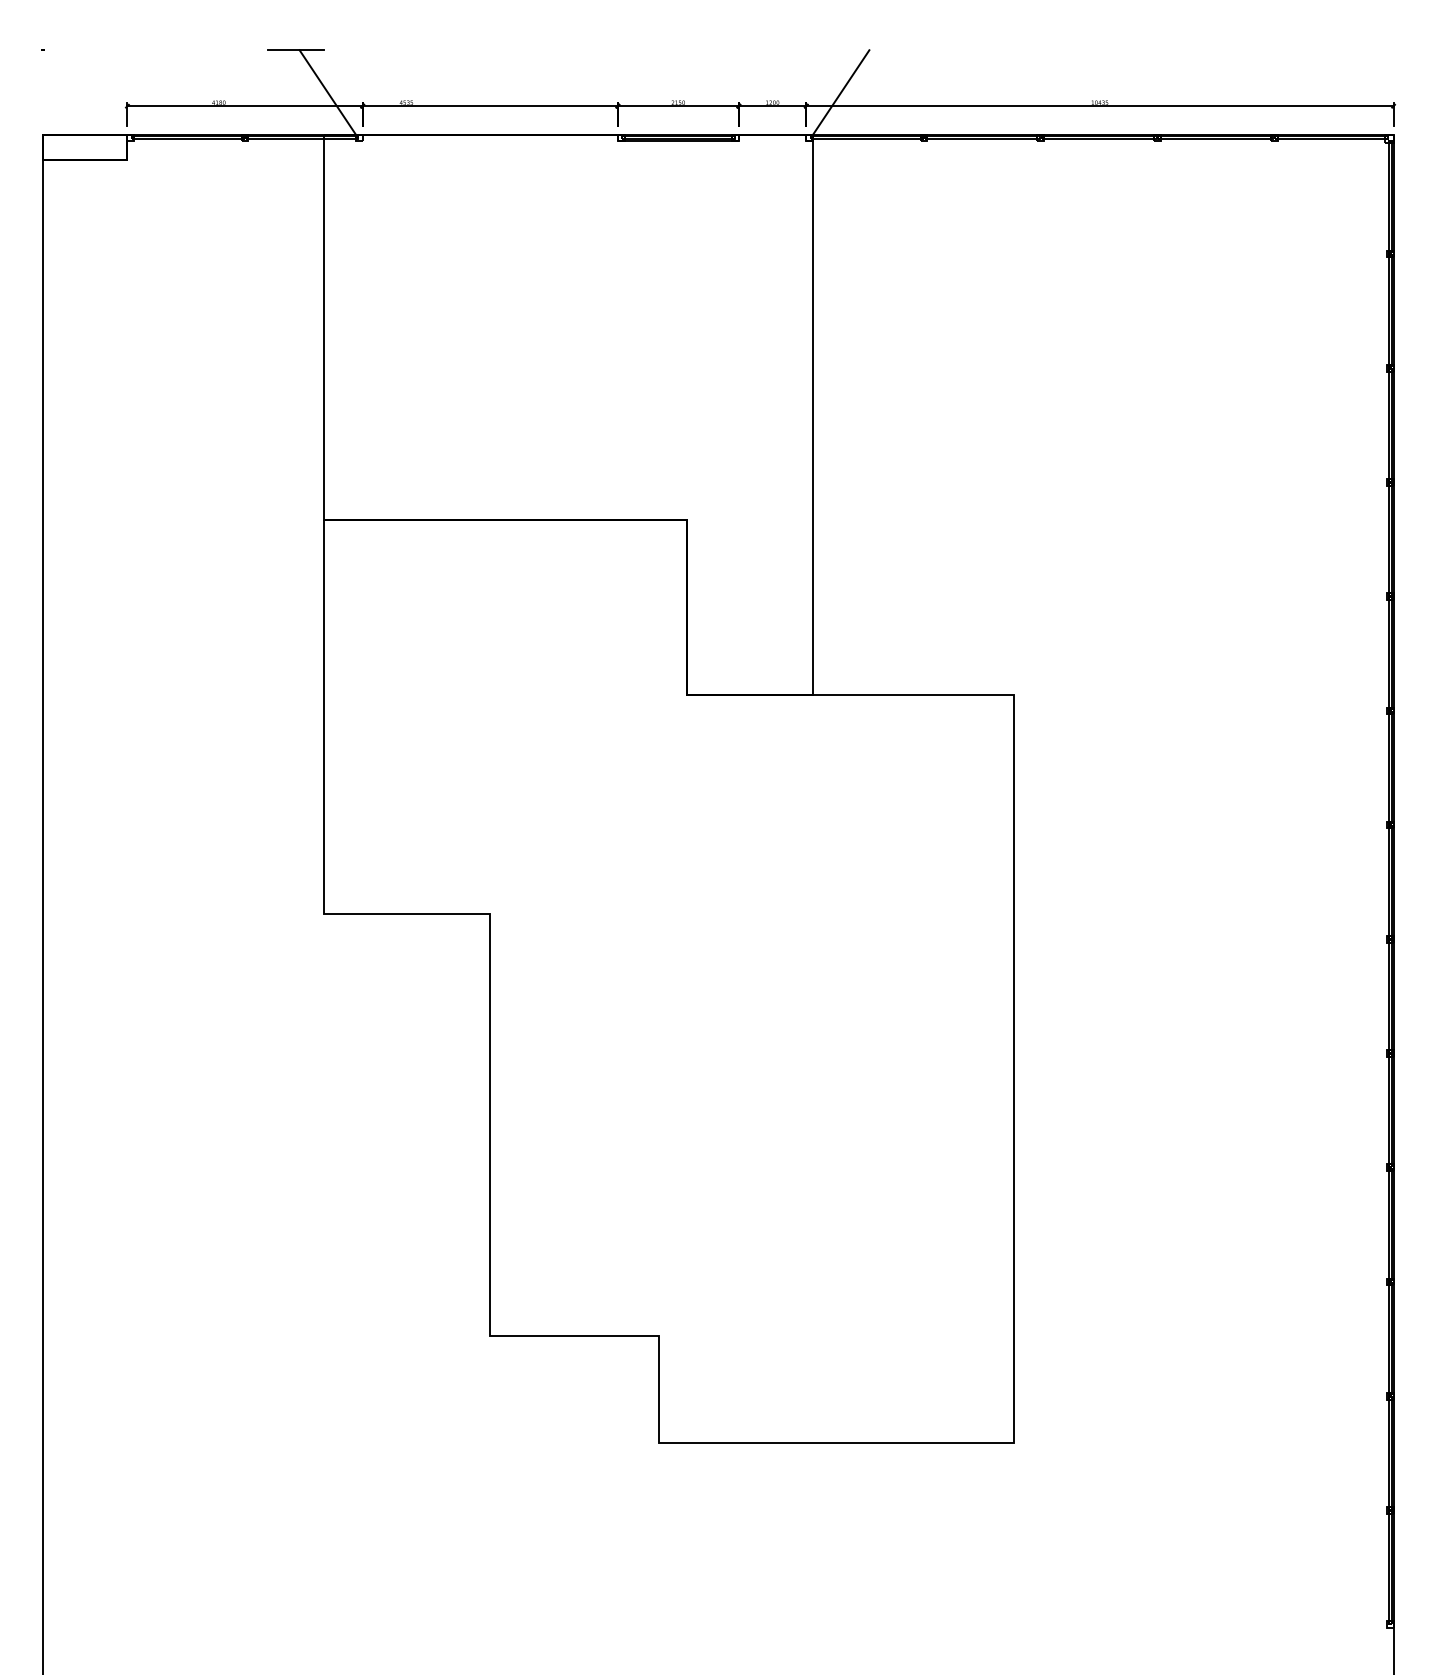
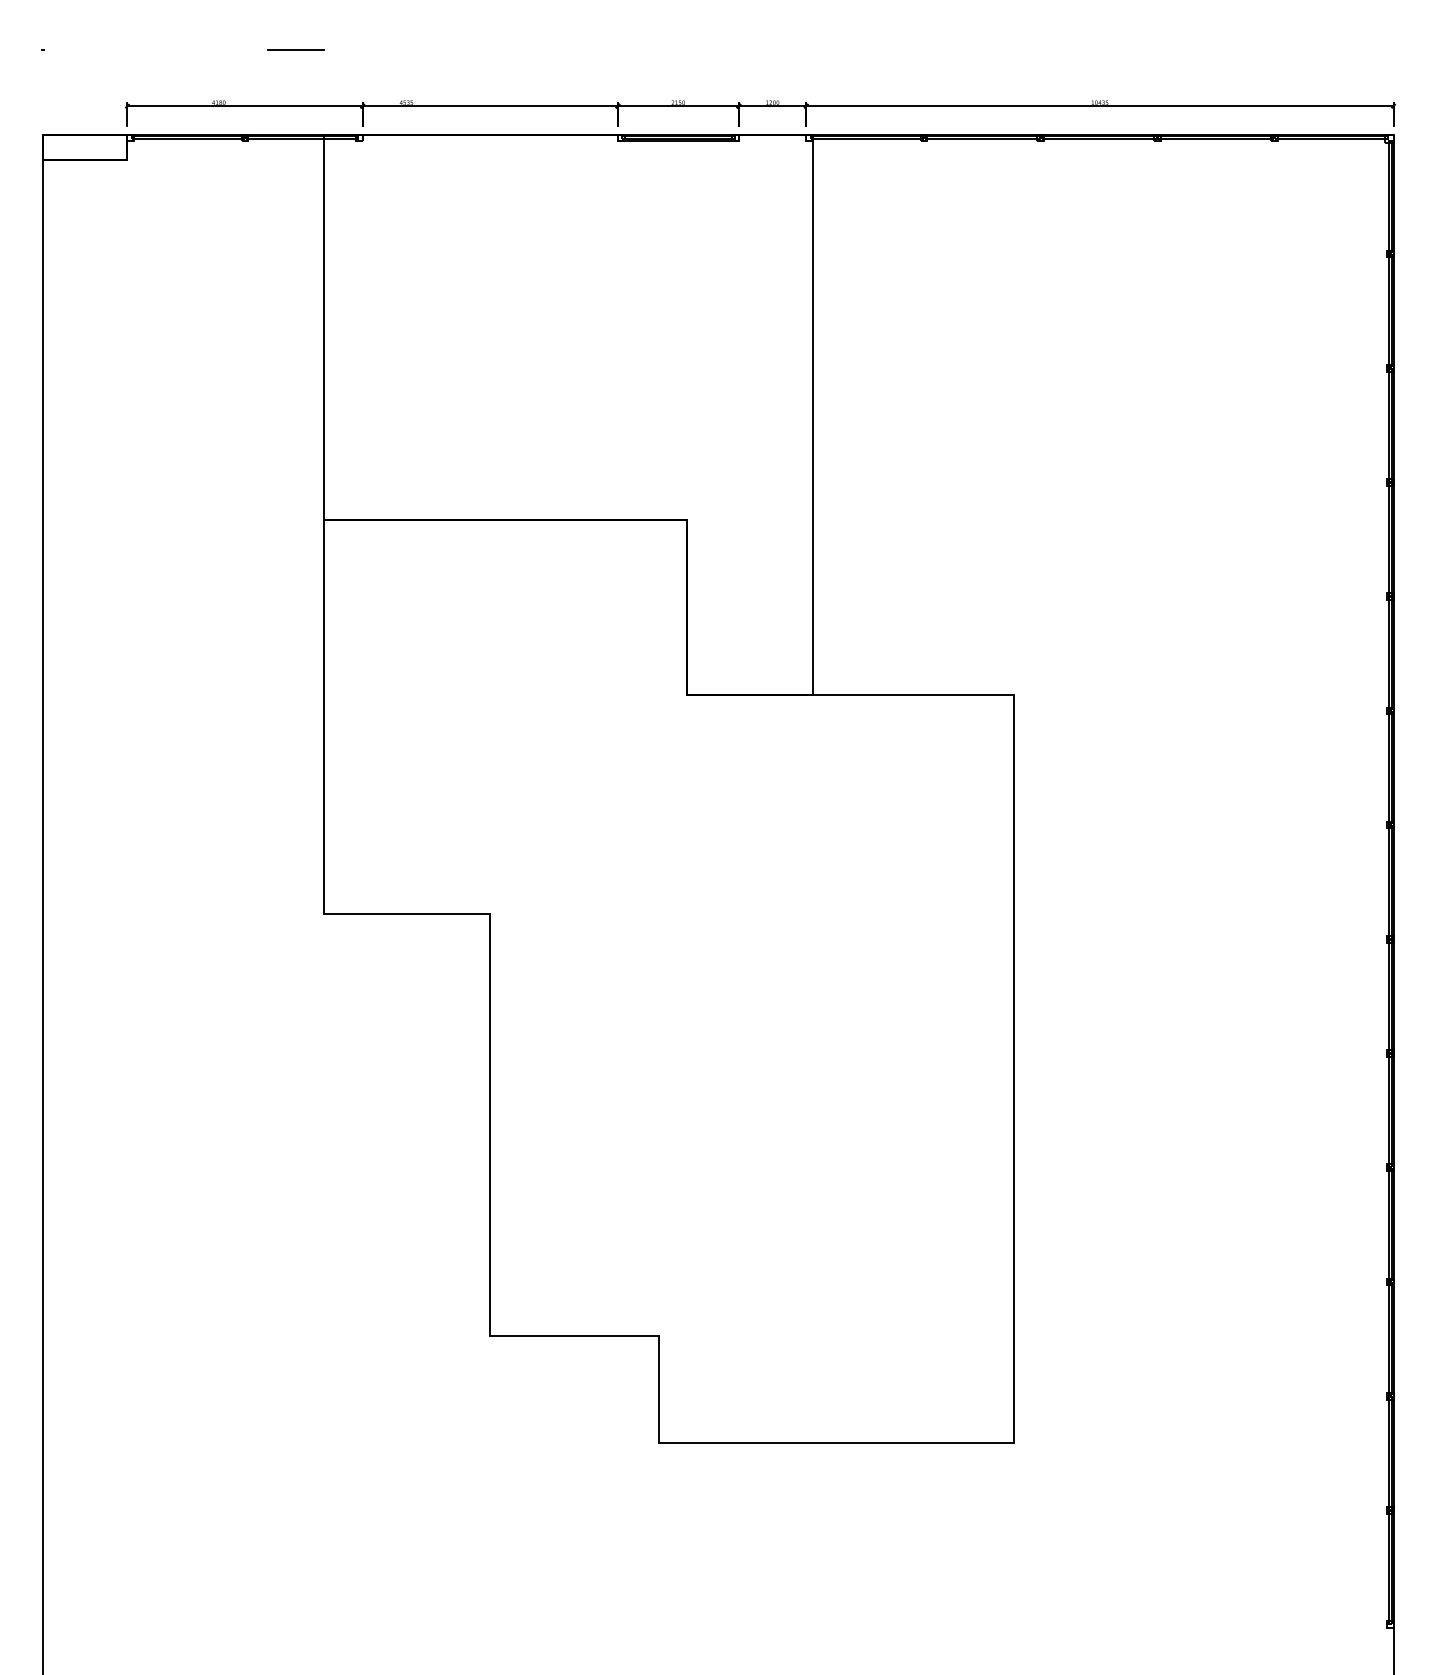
line at (327, 92): present -> none
line at (841, 92): present -> none
